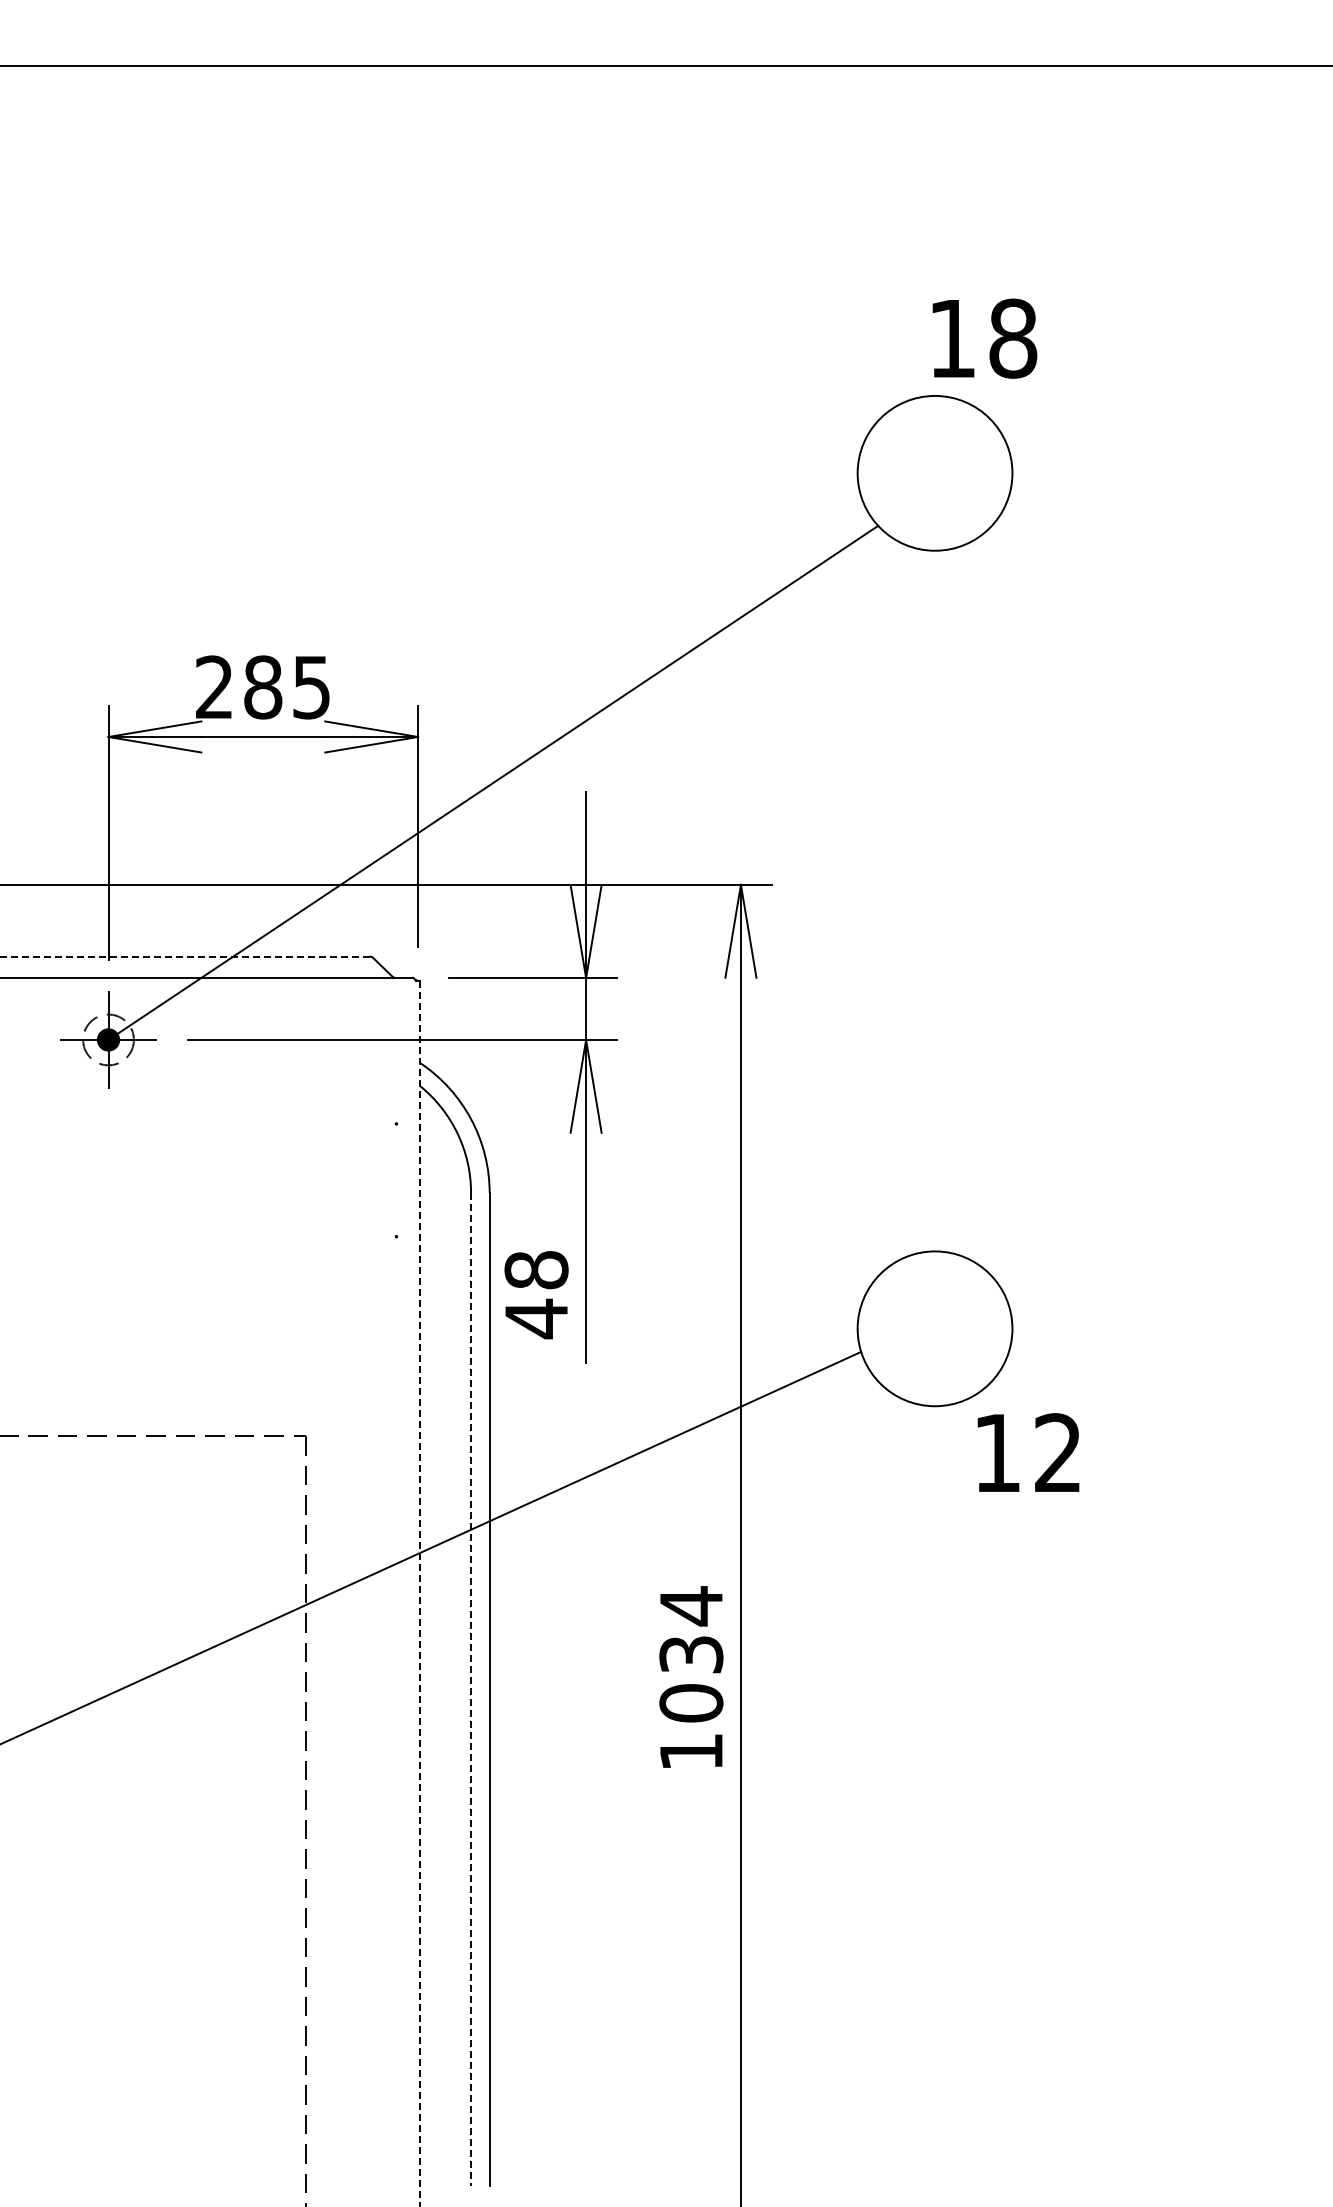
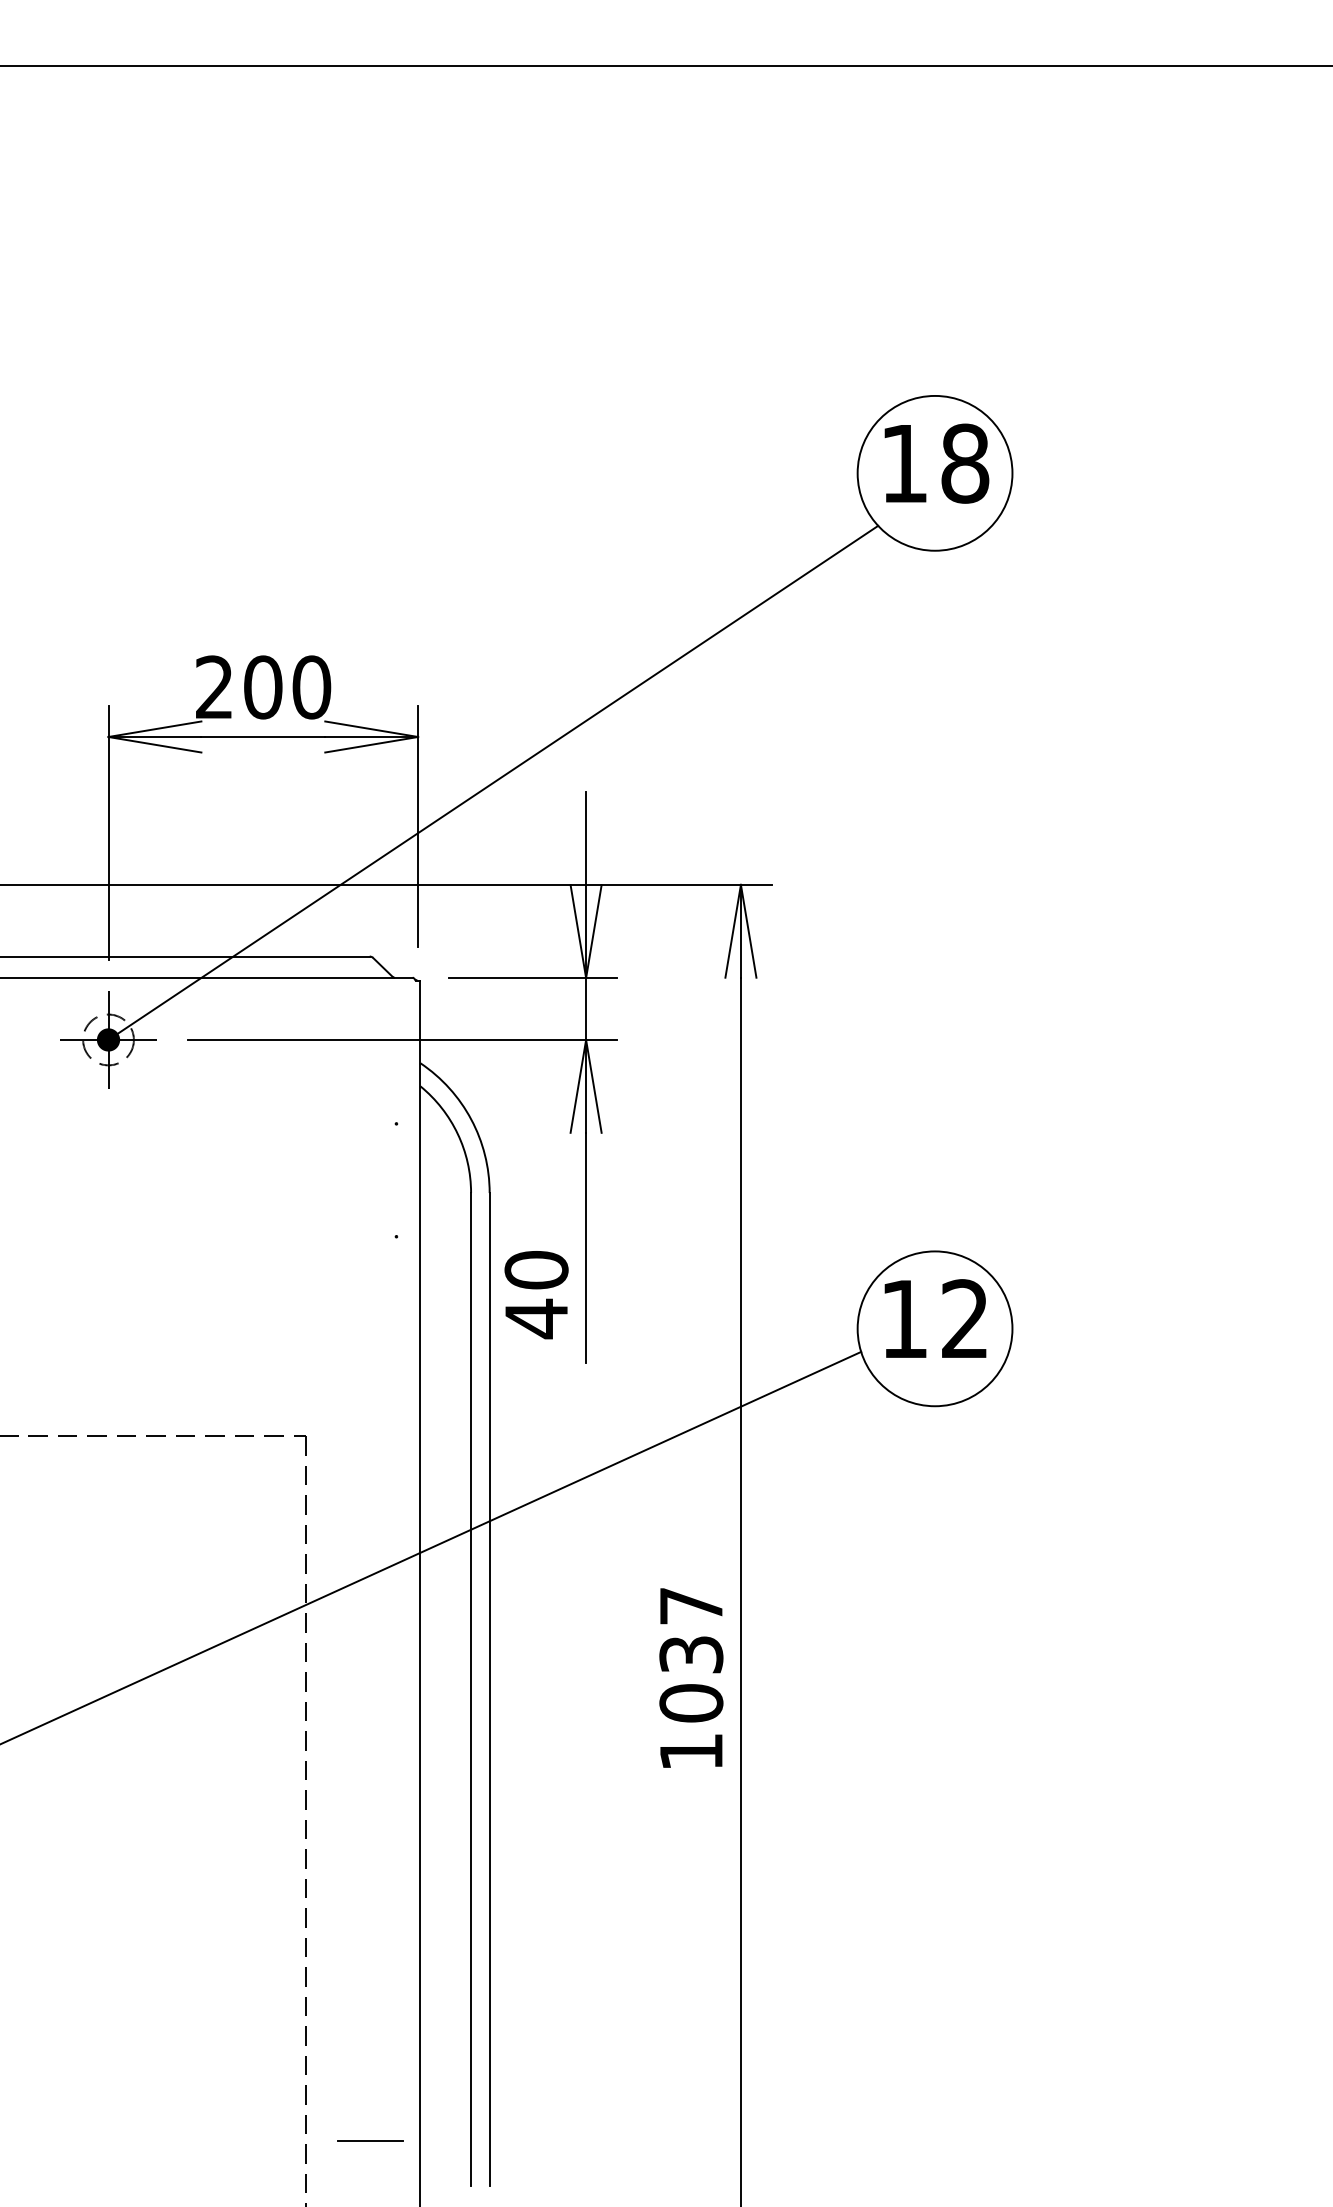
text at (984, 338) position: (984, 338) -> (936, 463)
text at (287, 687): 285 -> 200
line at (184, 956): dashed -> solid
text at (536, 1270): 48 -> 40
text at (1028, 1452) position: (1028, 1452) -> (935, 1318)
line at (420, 1593): dashed -> solid
text at (691, 1606): 1034 -> 1037
line at (471, 1689): dashed -> solid
line at (370, 2140): none -> present
